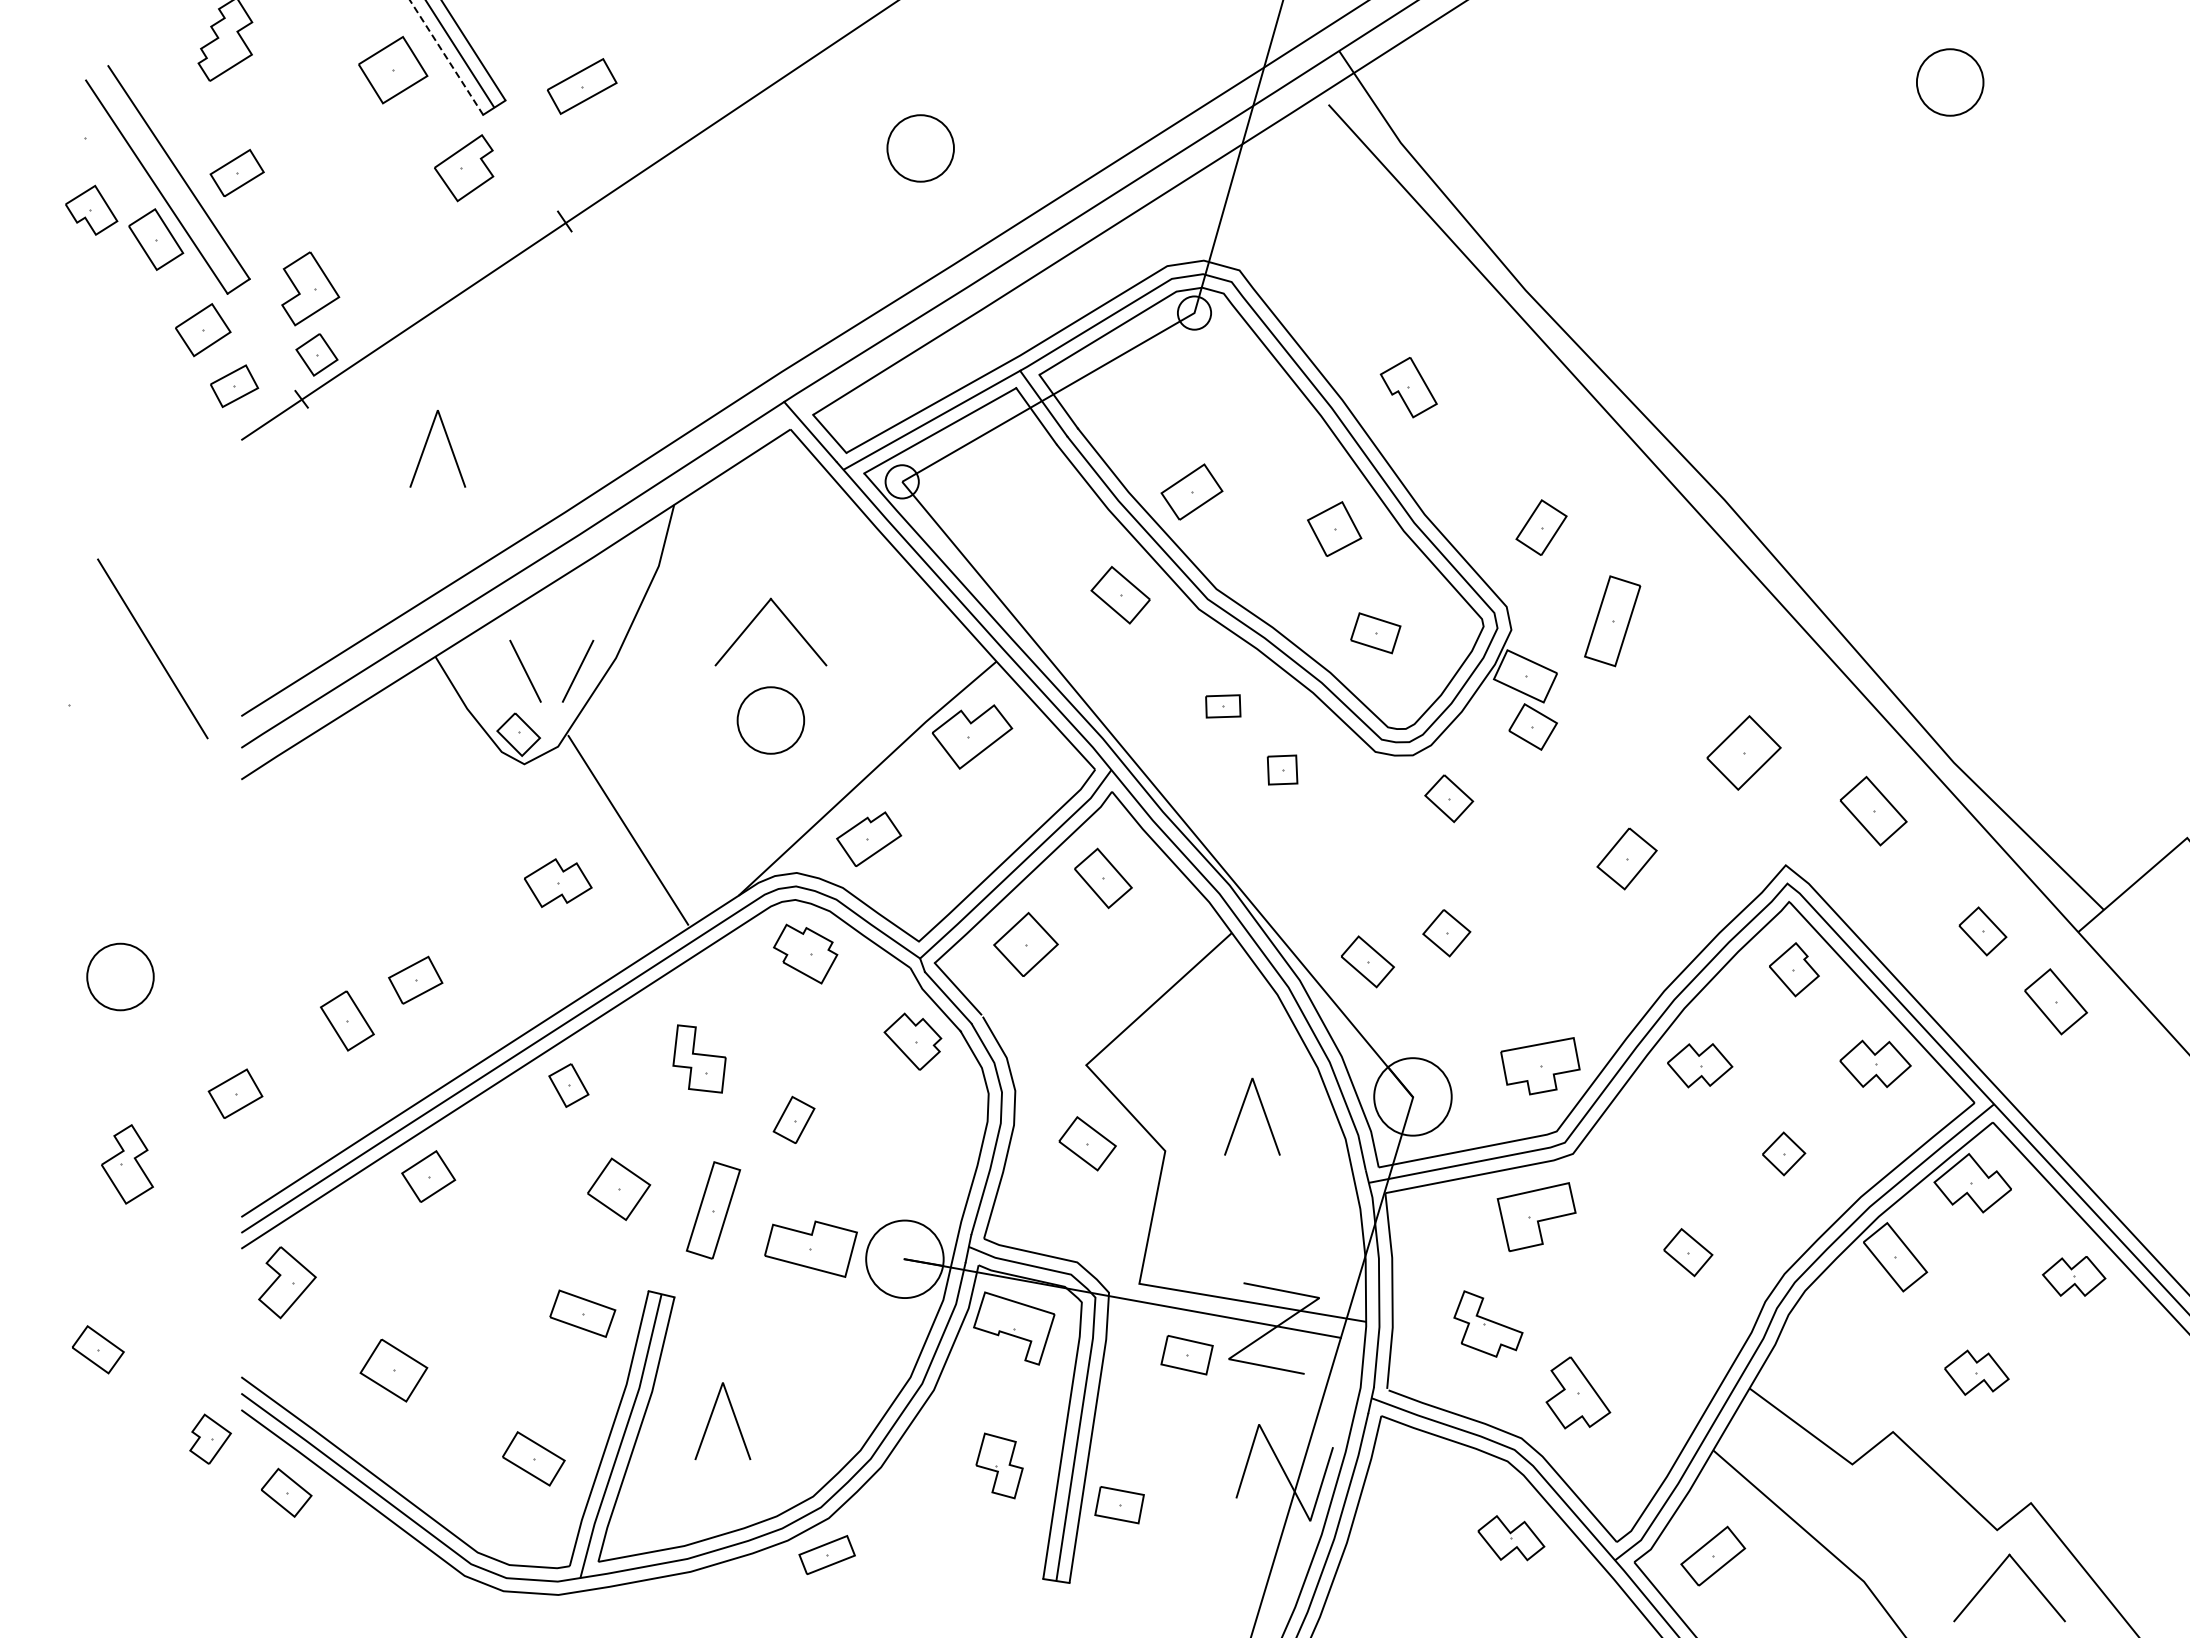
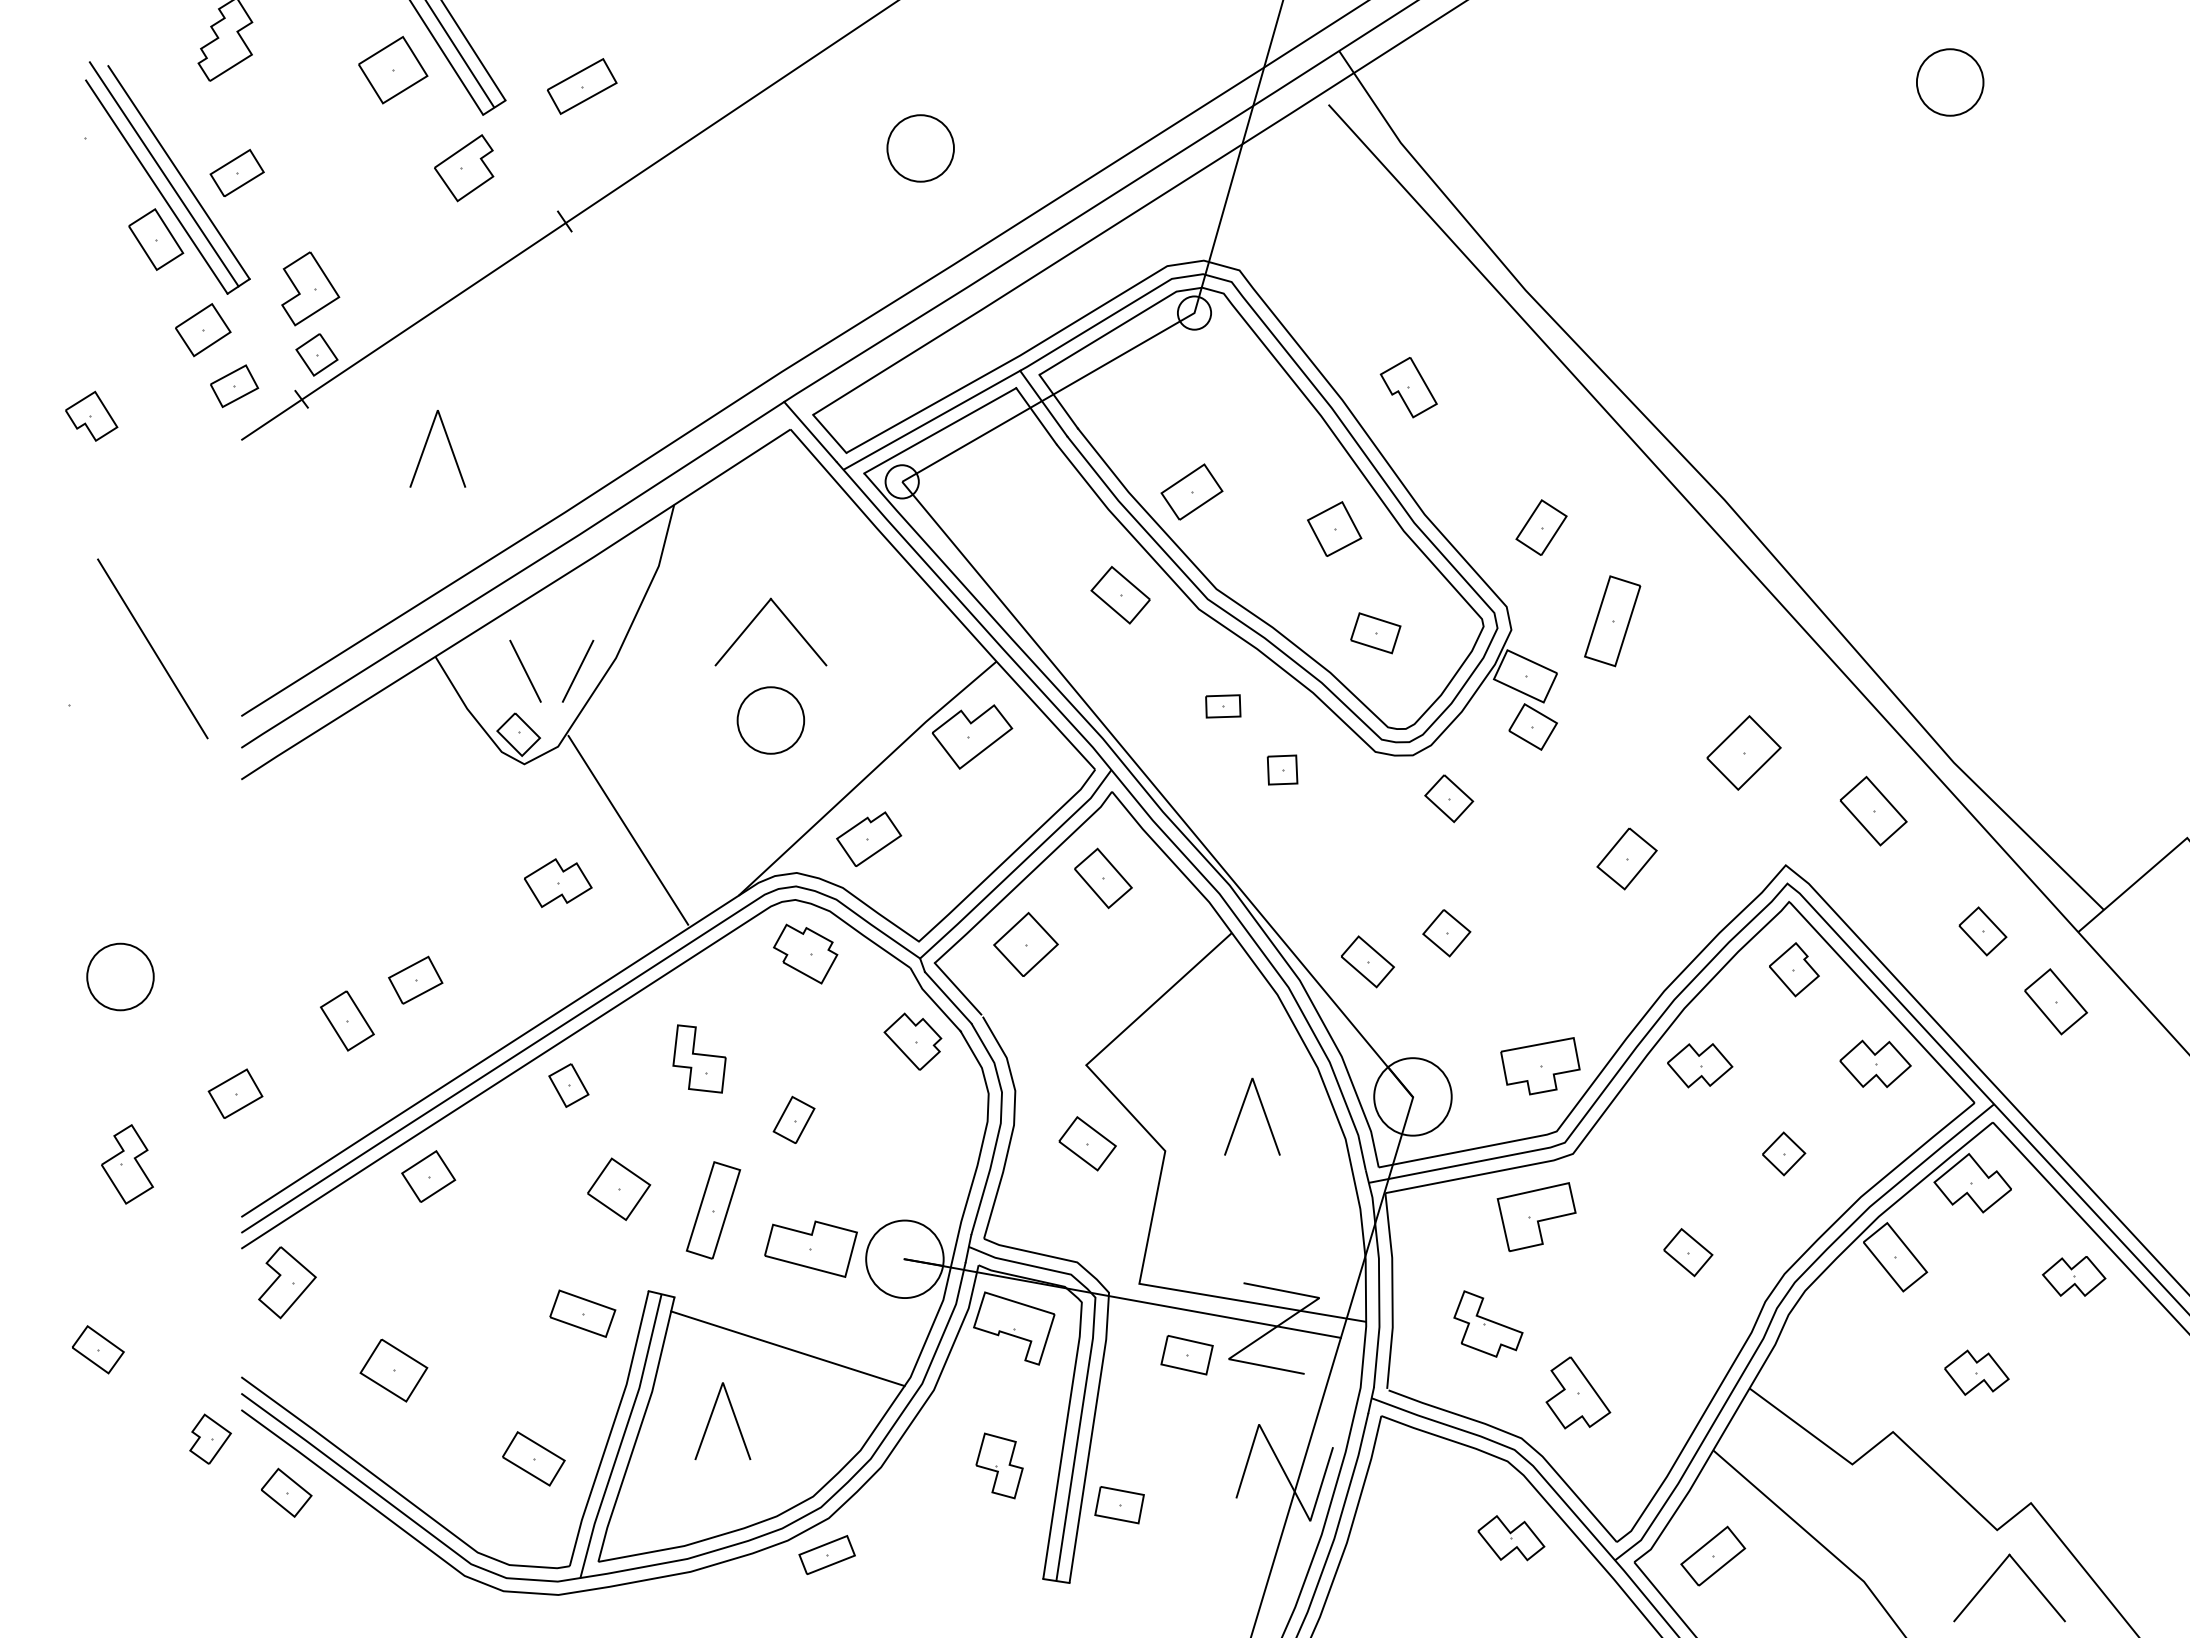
line at (446, 57): dashed -> solid
line at (163, 174): none -> present
part at (91, 209) position: (91, 209) -> (91, 415)
line at (787, 1348): none -> present
